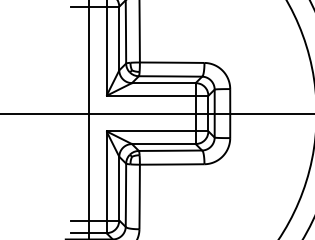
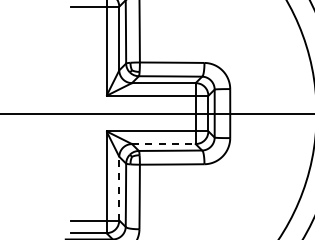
line at (88, 119): present -> none
line at (163, 144): solid -> dashed
line at (119, 188): solid -> dashed
